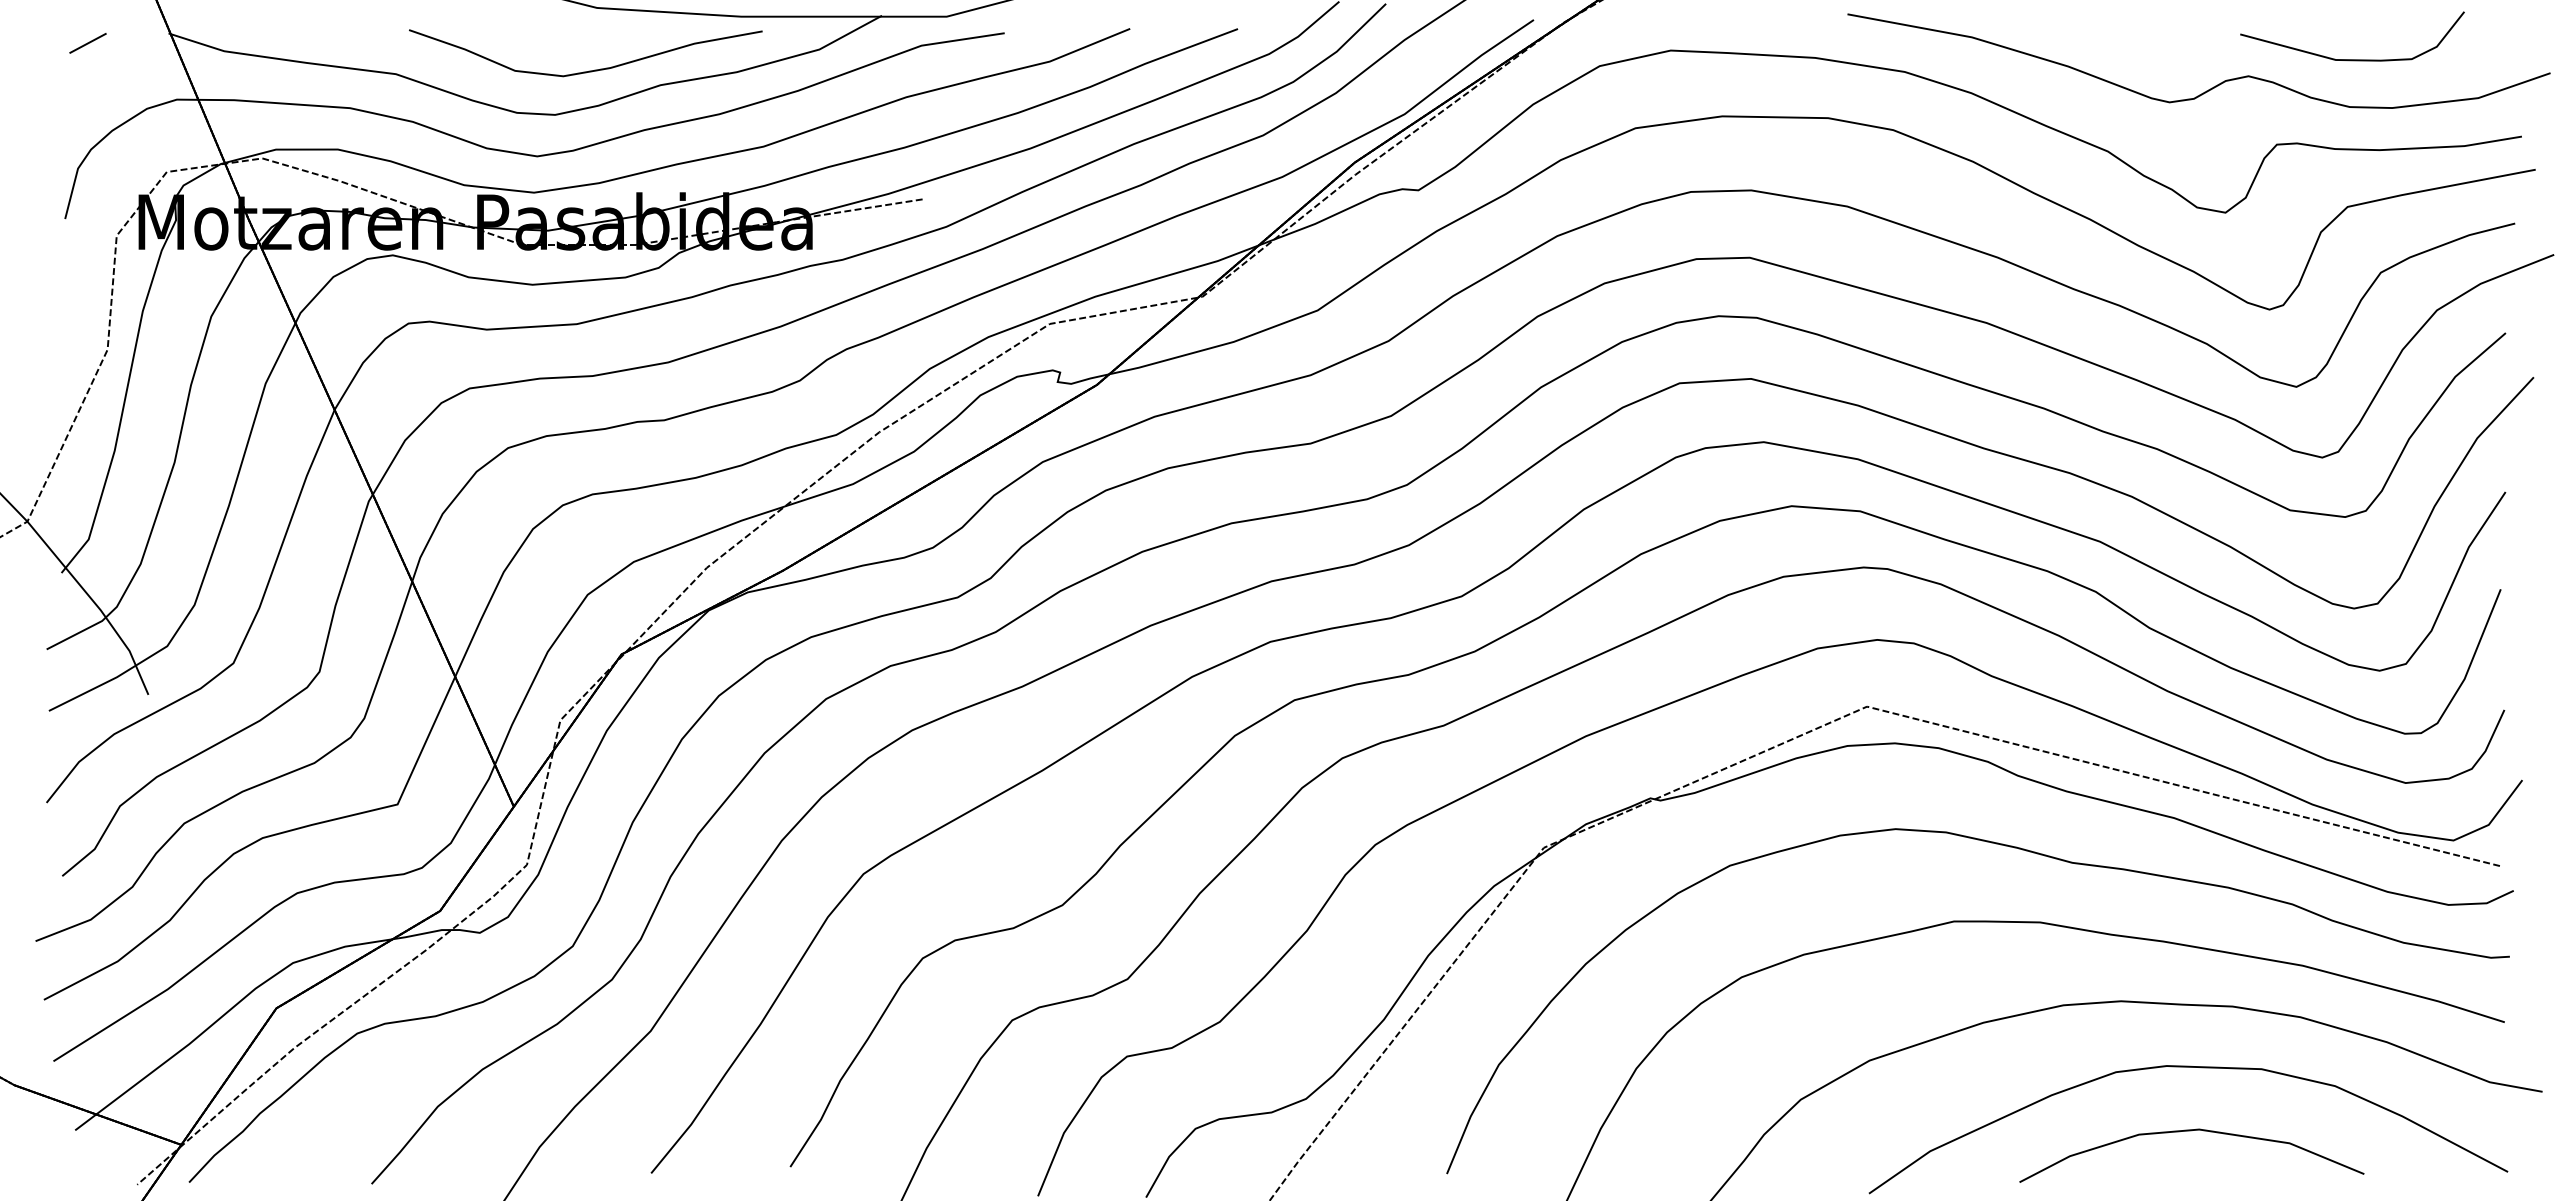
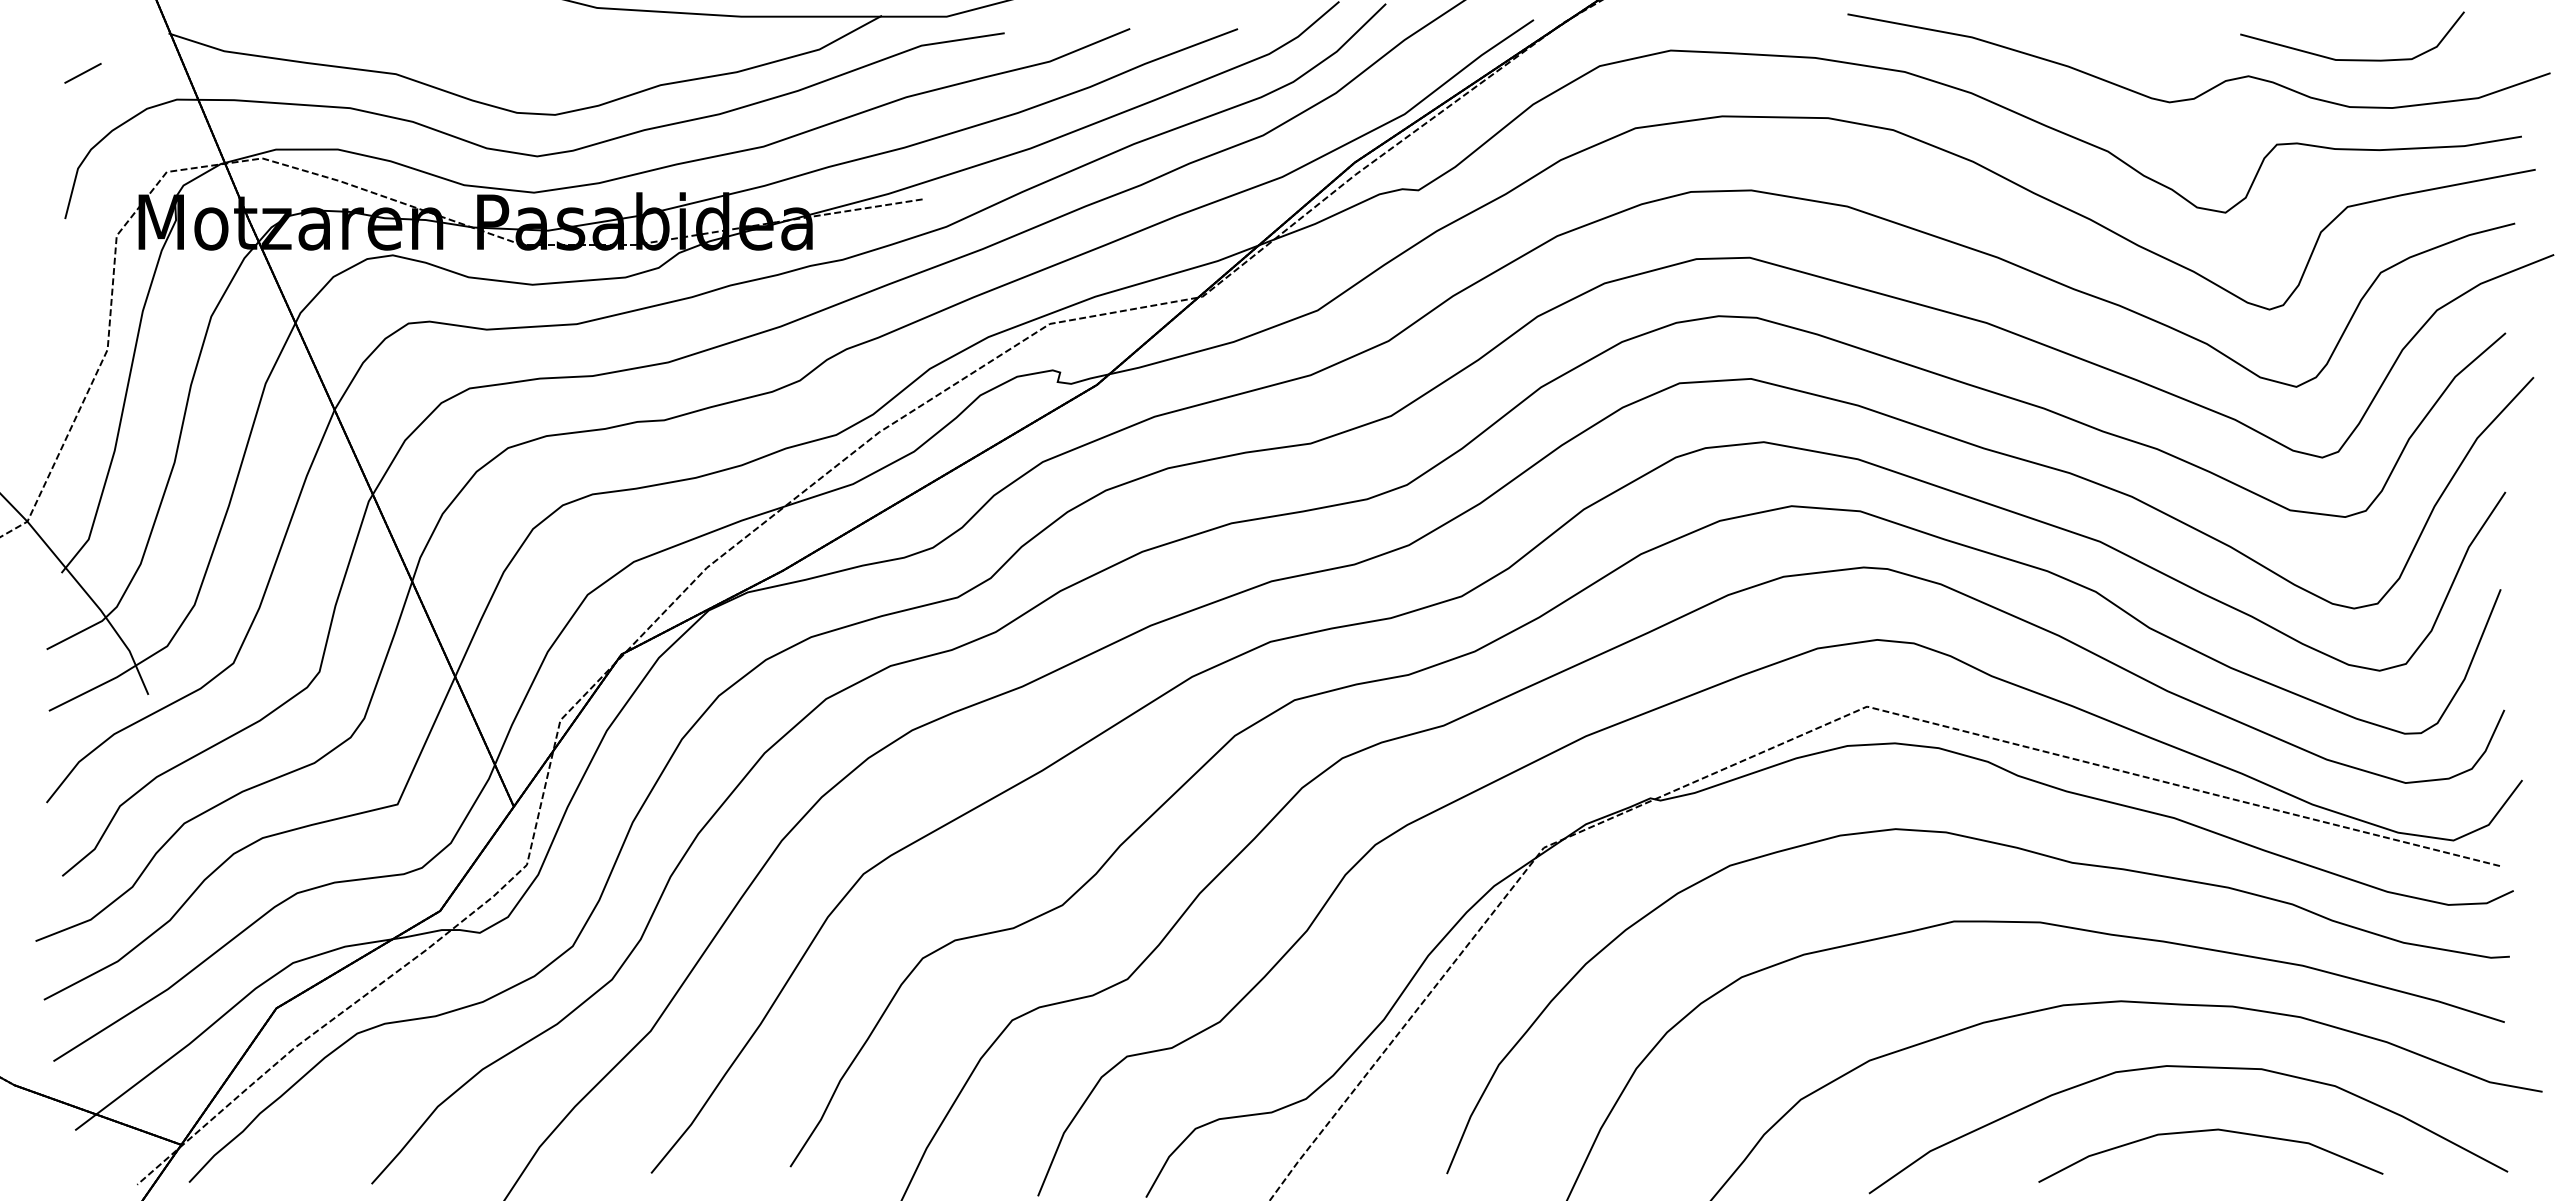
line at (87, 43) position: (87, 43) -> (82, 73)
curve at (589, 70): present -> none
part at (2191, 1131) position: (2191, 1131) -> (2210, 1131)
